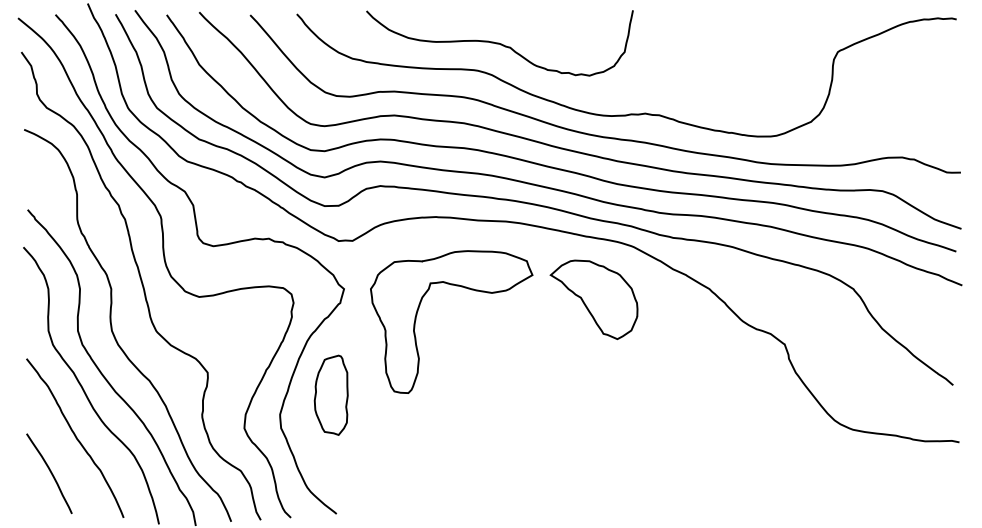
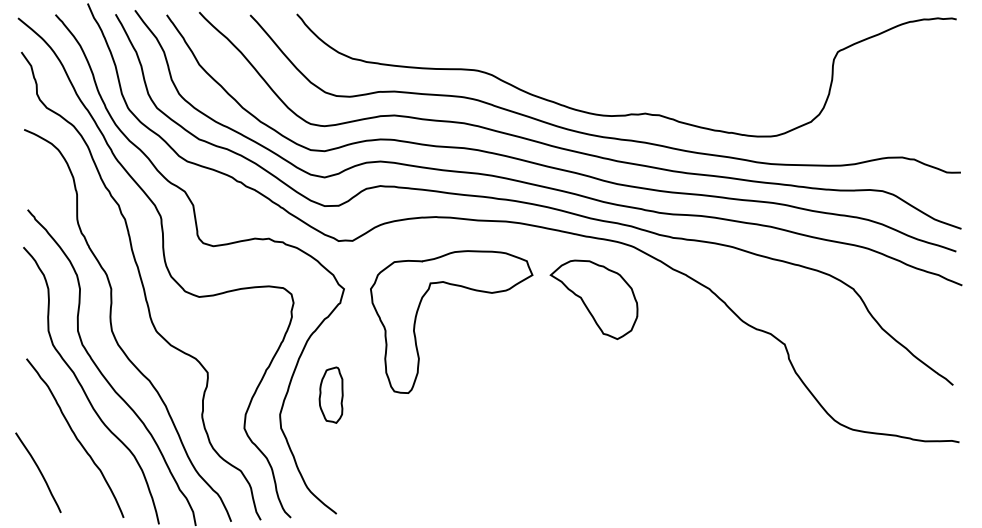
curve at (499, 43): present -> none
part at (330, 394) size: 36x82 px -> 26x58 px
curve at (50, 473) position: (50, 473) -> (39, 472)
